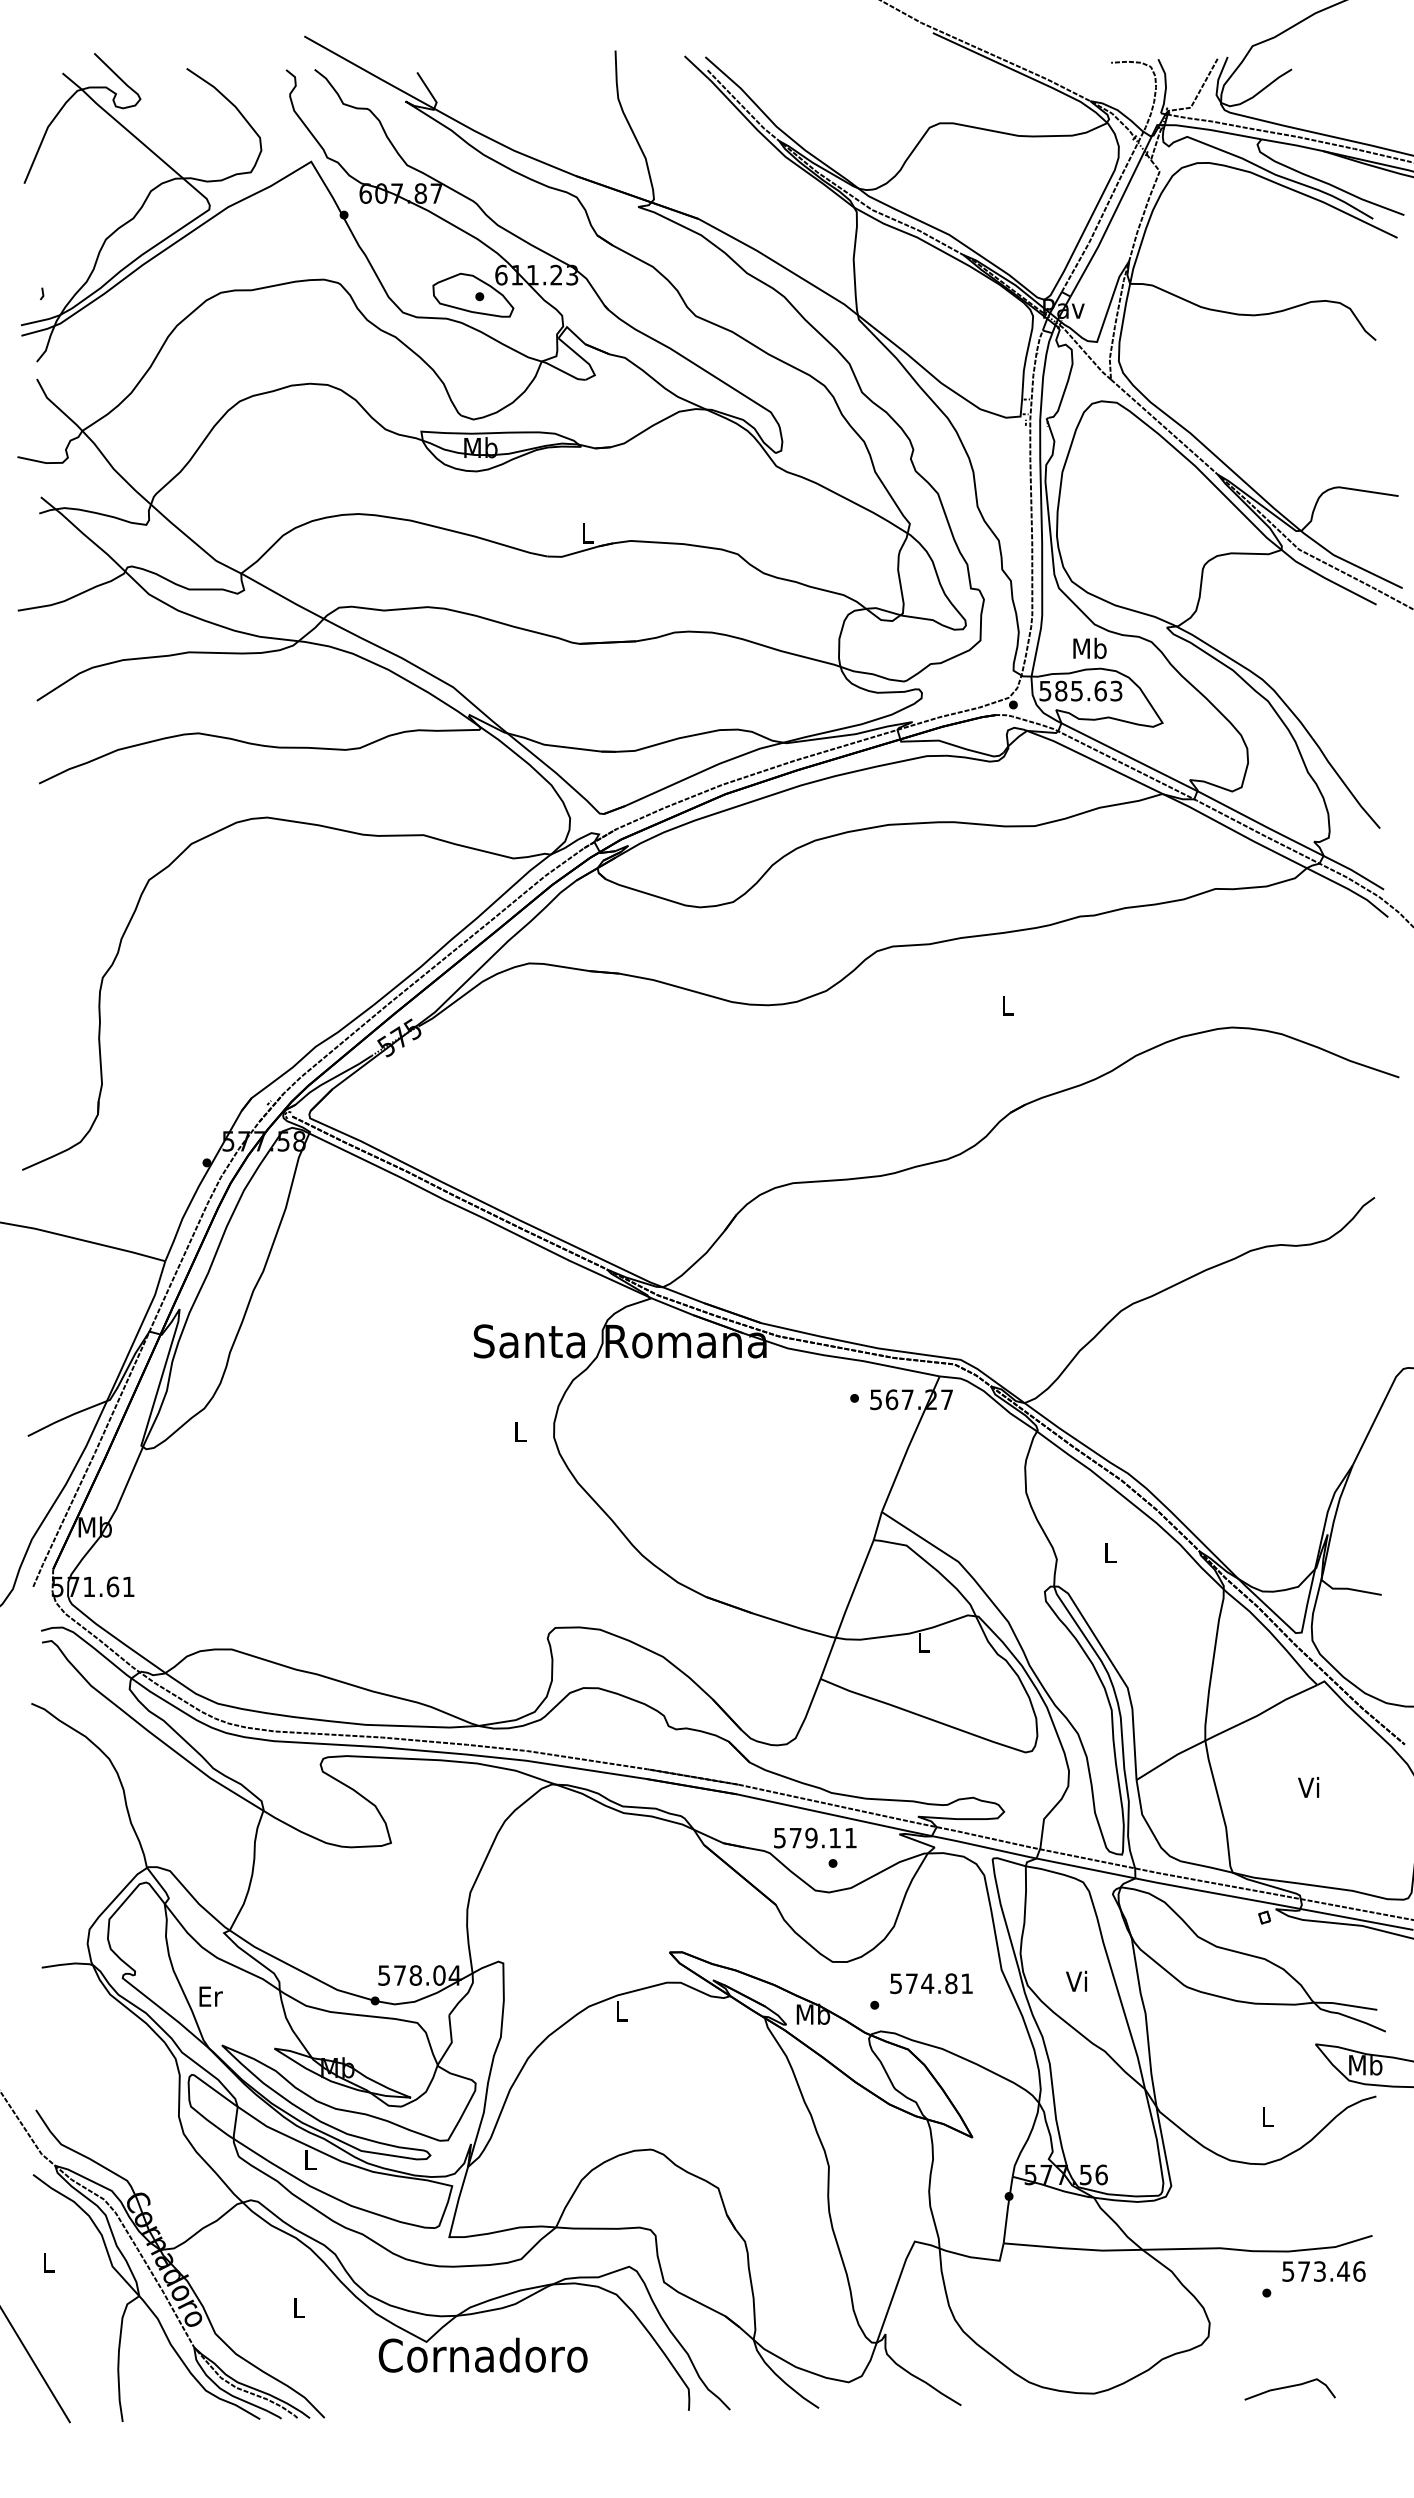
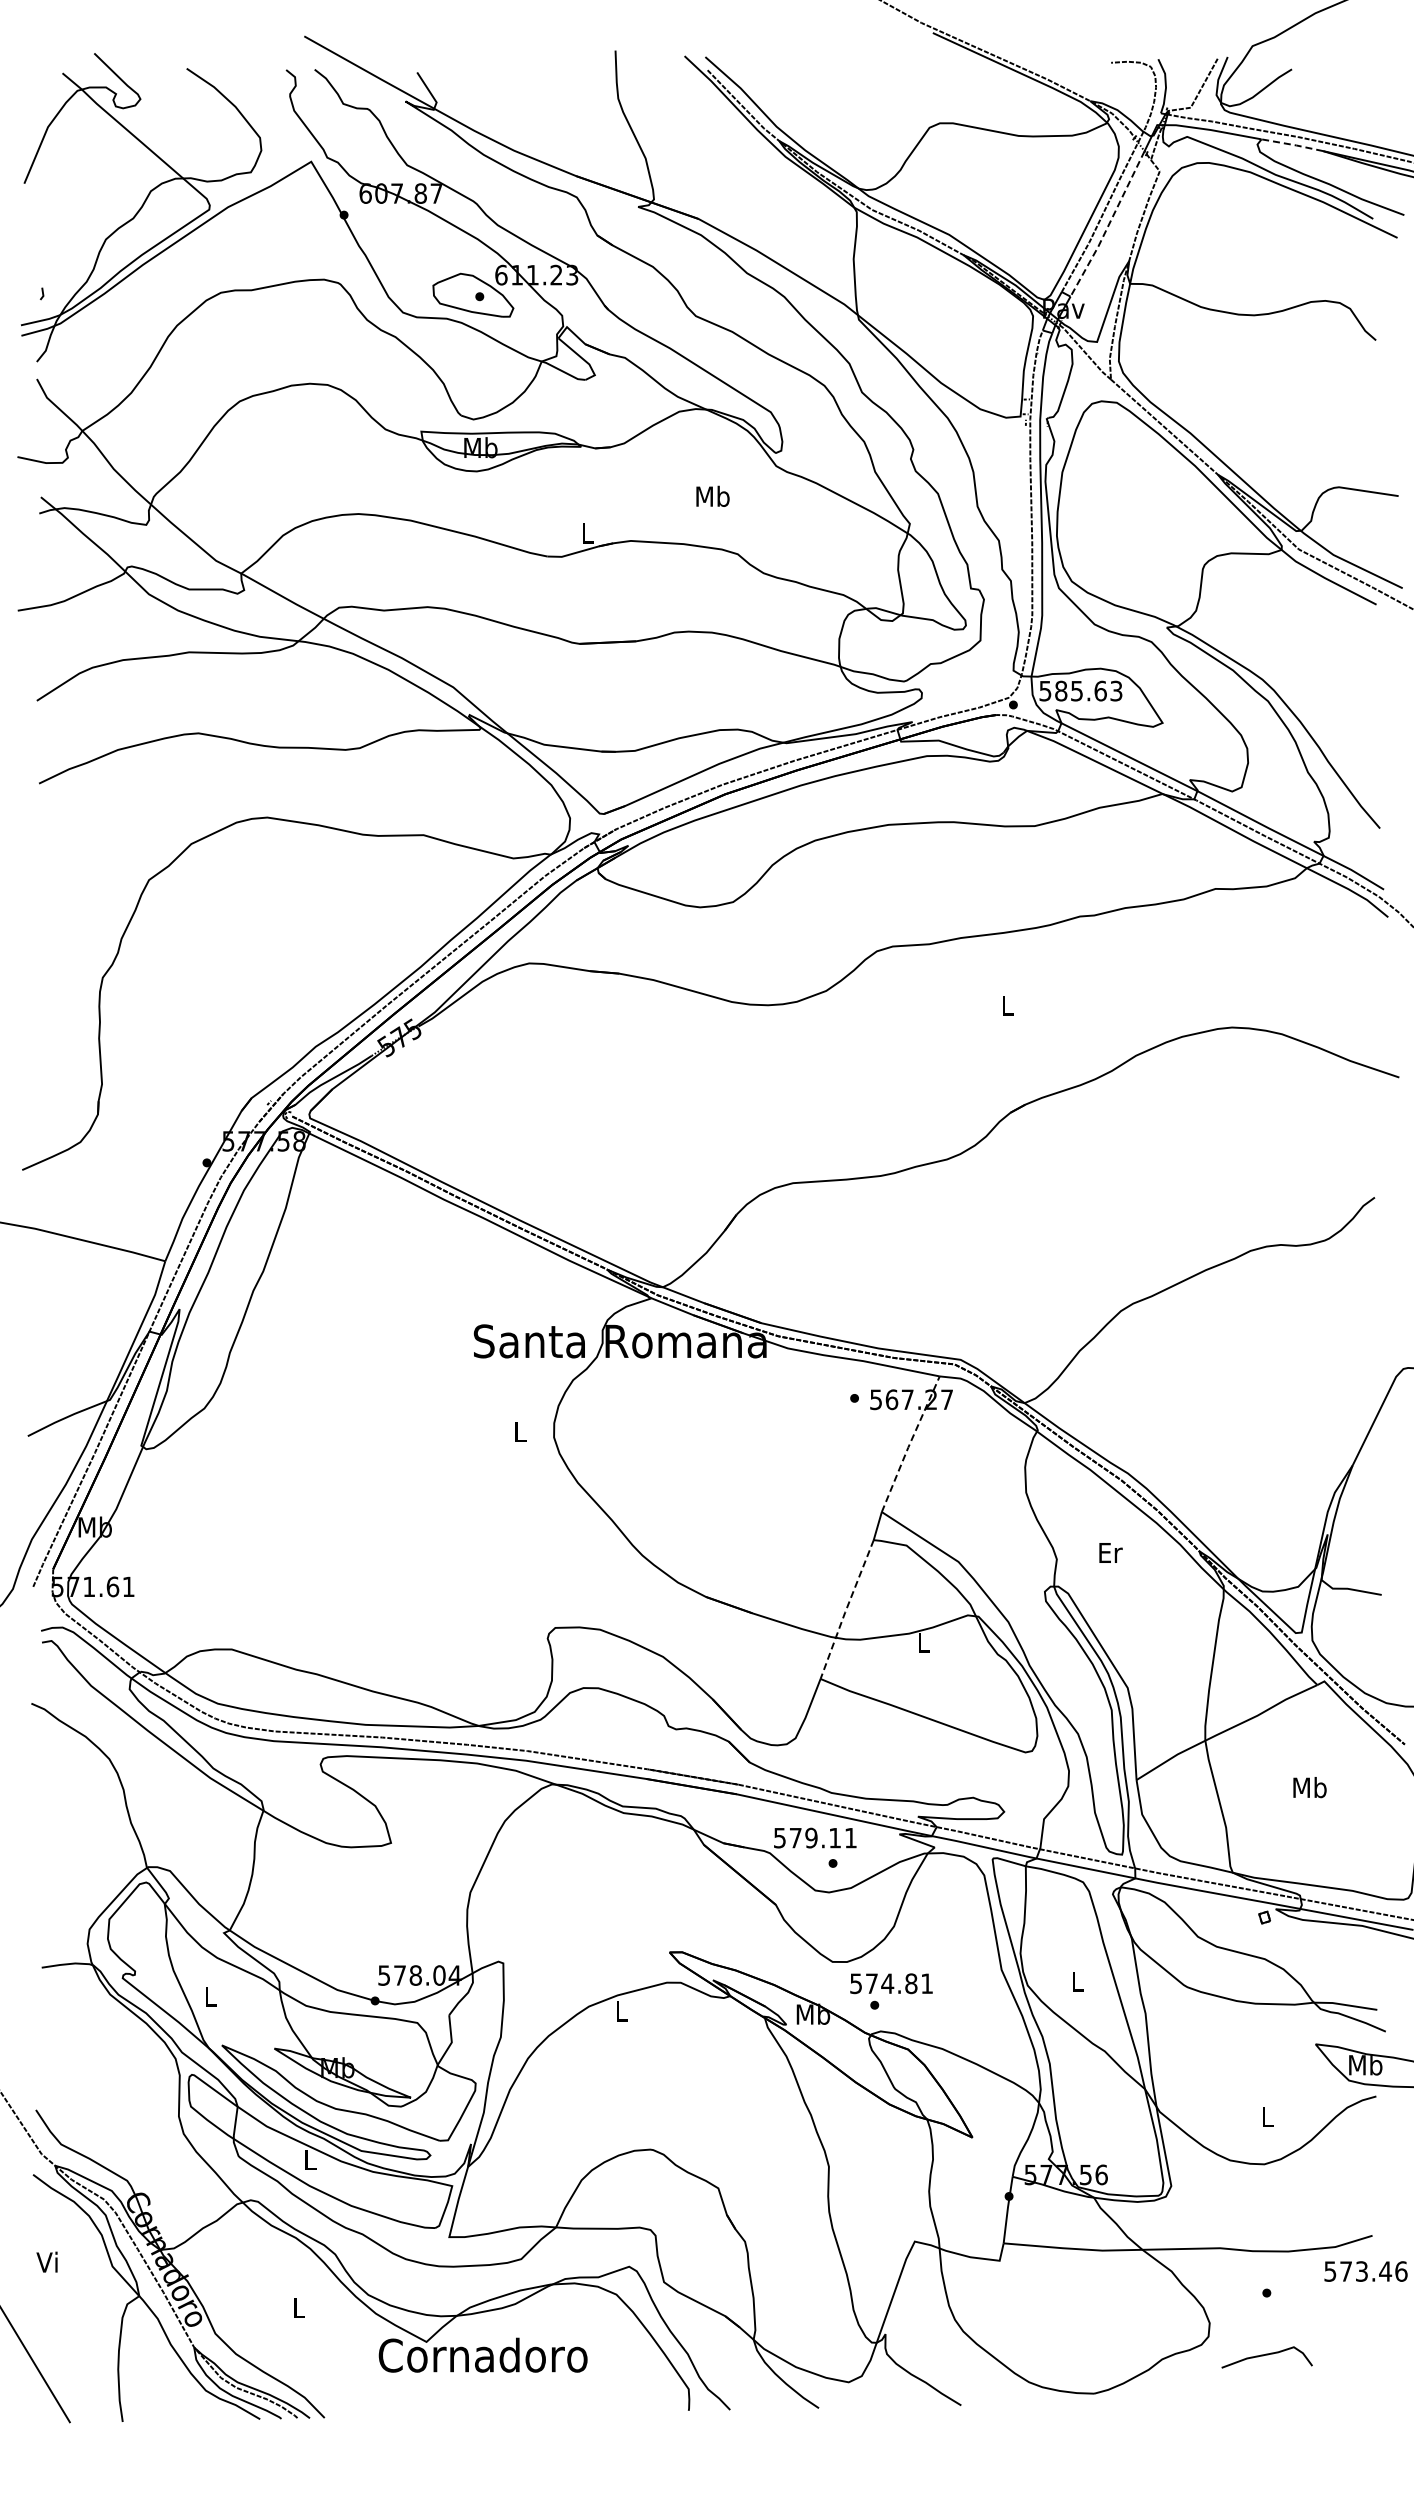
line at (1292, 144): solid -> dashed
line at (1108, 225): solid -> dashed
text at (1089, 647) position: (1089, 647) -> (712, 495)
line at (909, 1443): solid -> dashed
text at (1110, 1552): L -> Er
line at (846, 1609): solid -> dashed
text at (1309, 1787): Vi -> Mb
text at (1076, 1980): Vi -> L
text at (931, 1983) position: (931, 1983) -> (891, 1983)
text at (210, 1996): Er -> L
text at (46, 2261): L -> Vi
text at (1323, 2271) position: (1323, 2271) -> (1365, 2271)
curve at (1289, 2387) position: (1289, 2387) -> (1266, 2355)
